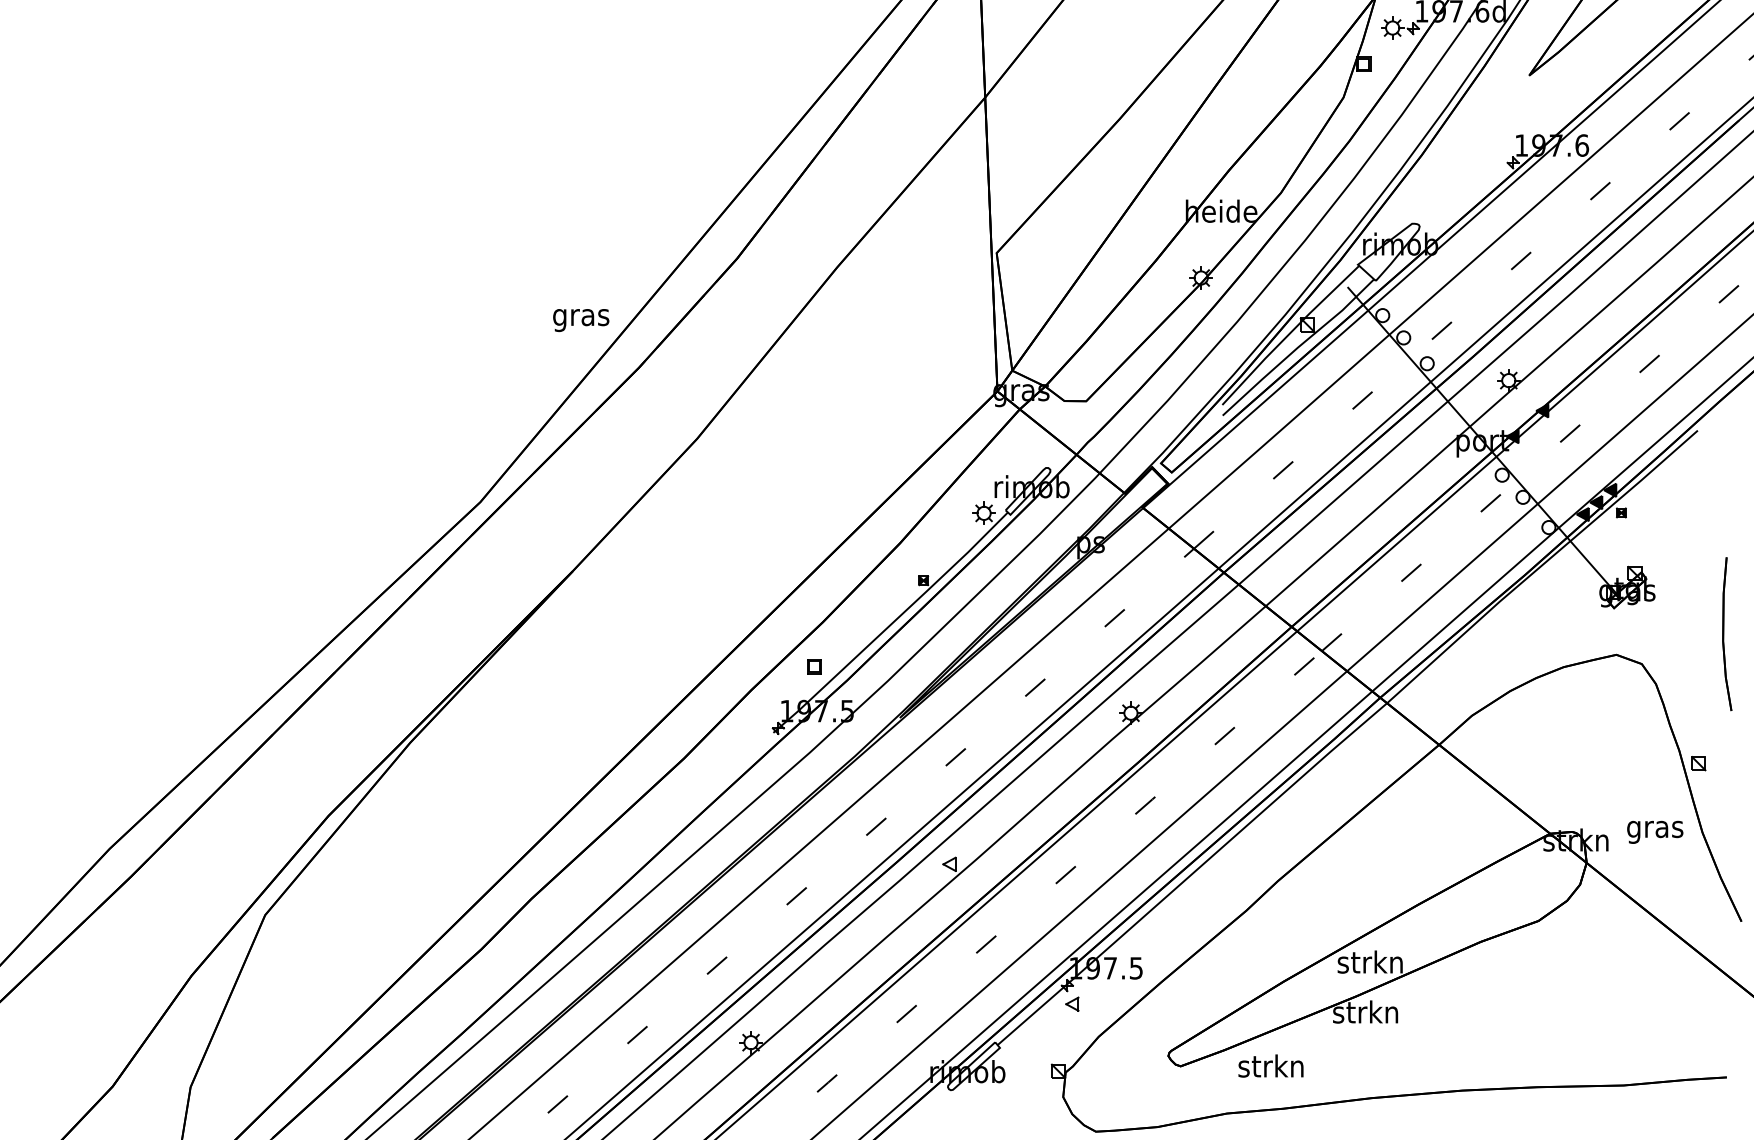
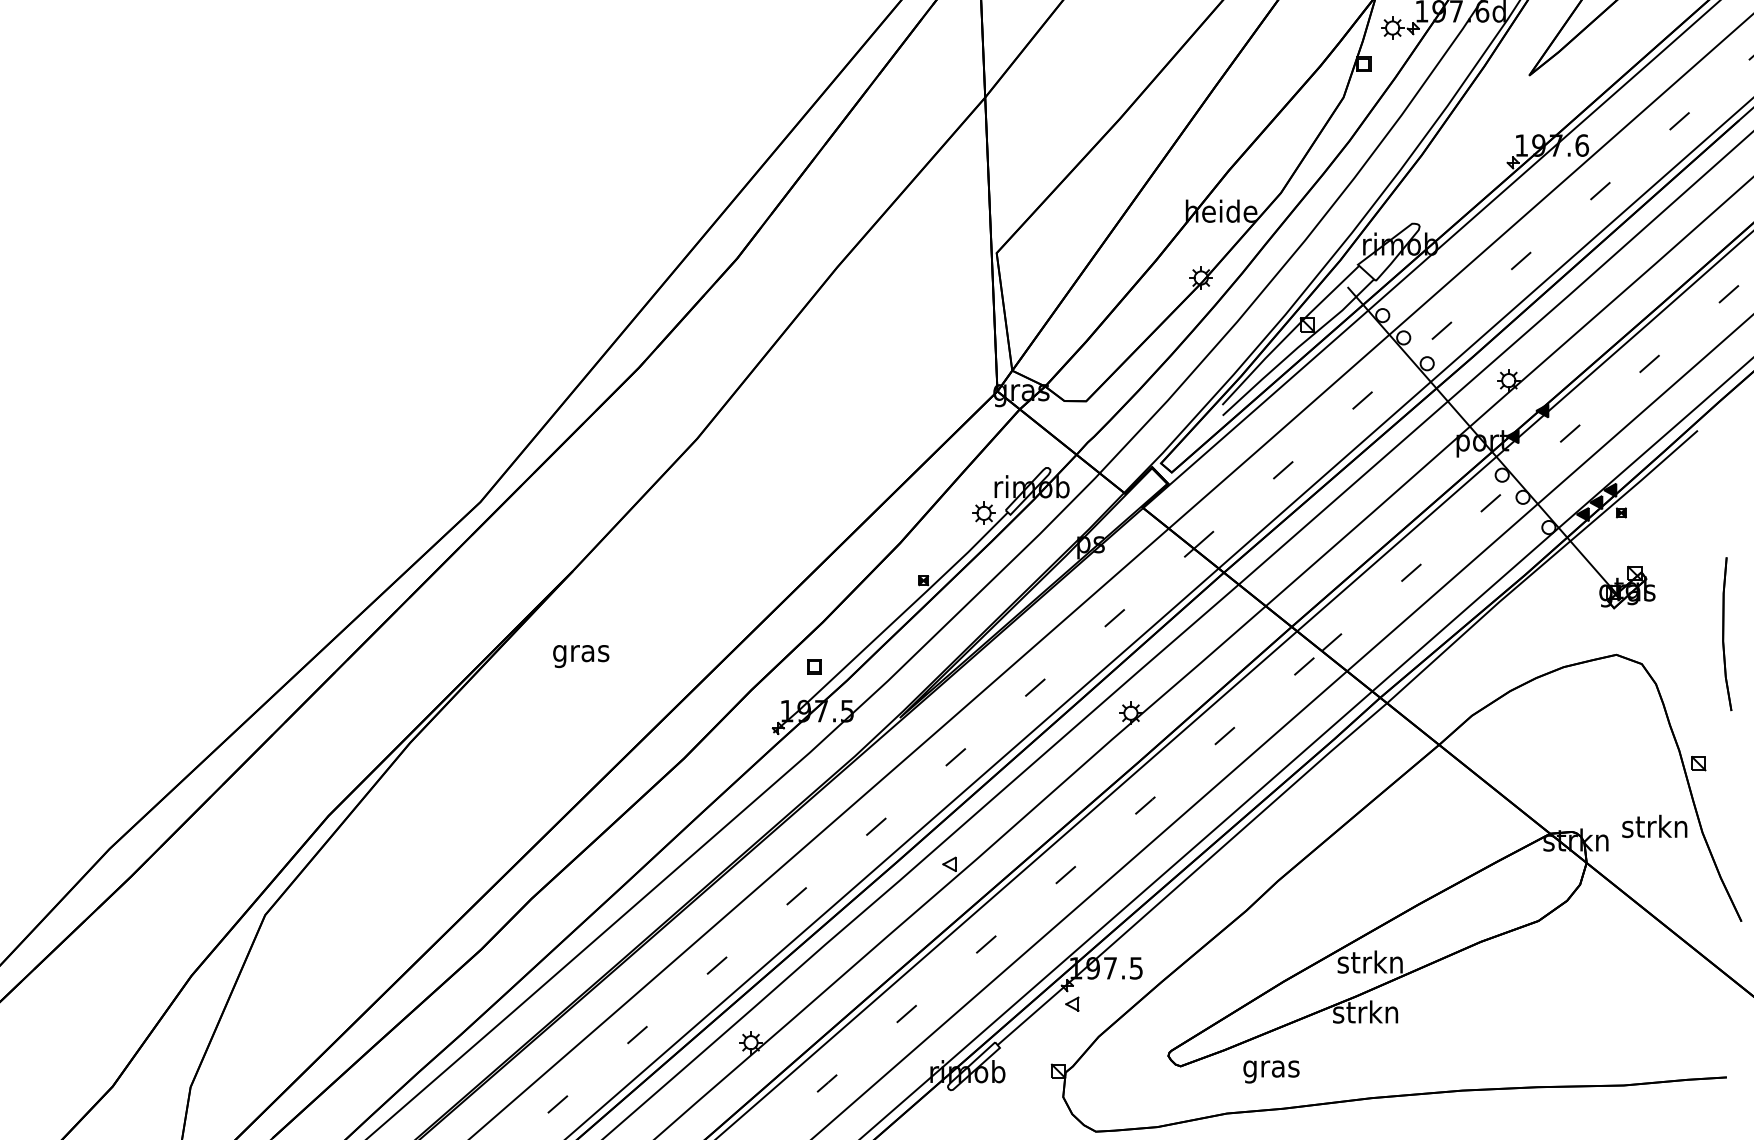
text at (581, 320) position: (581, 320) -> (581, 656)
text at (1654, 828): gras -> strkn
text at (1270, 1068): strkn -> gras
